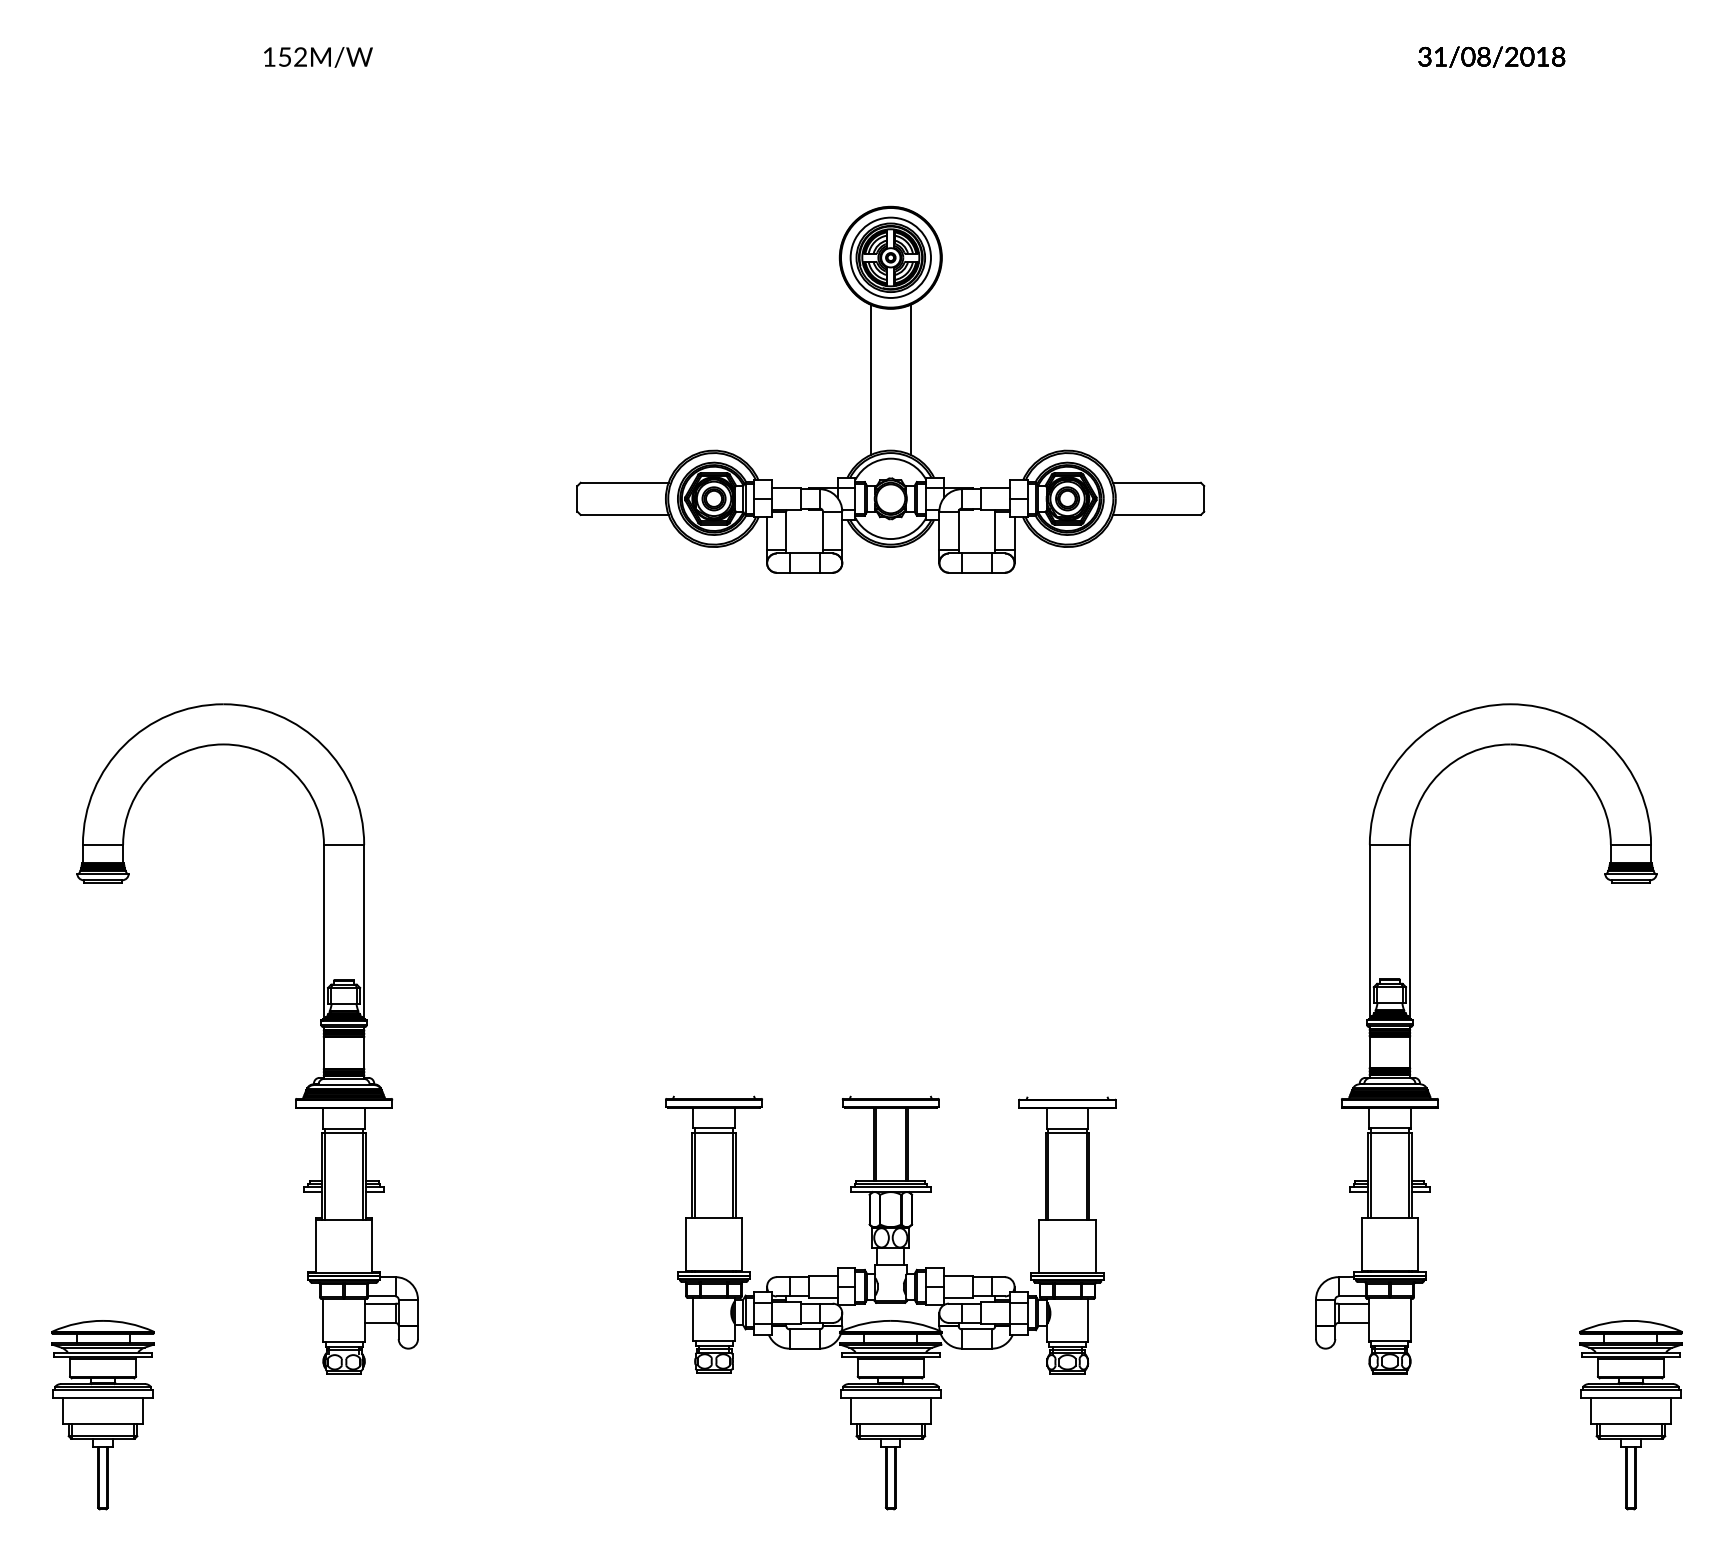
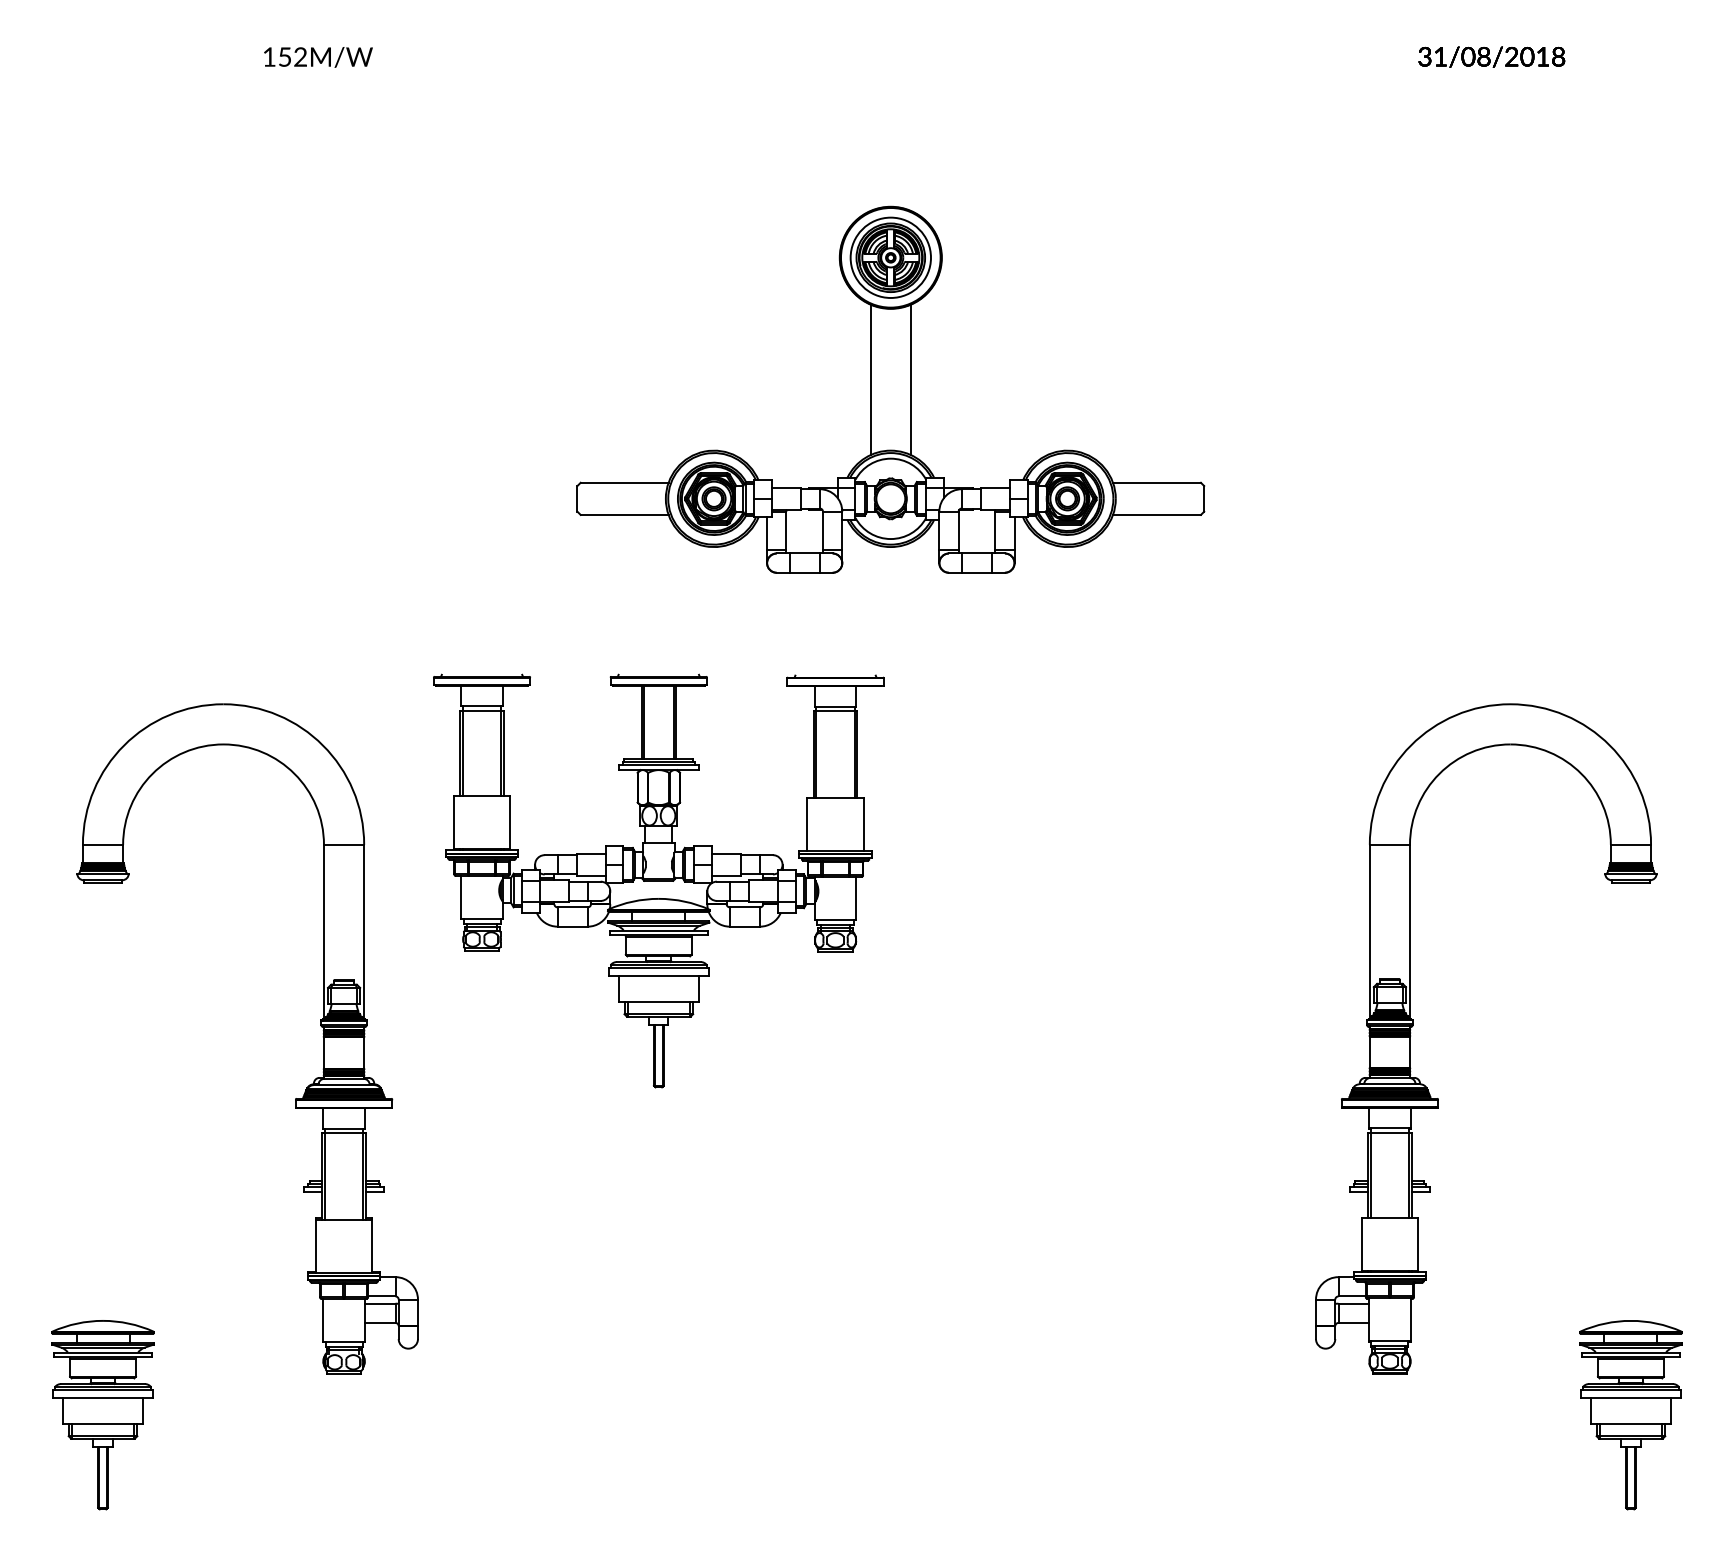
part at (890, 1302) position: (890, 1302) -> (658, 880)
